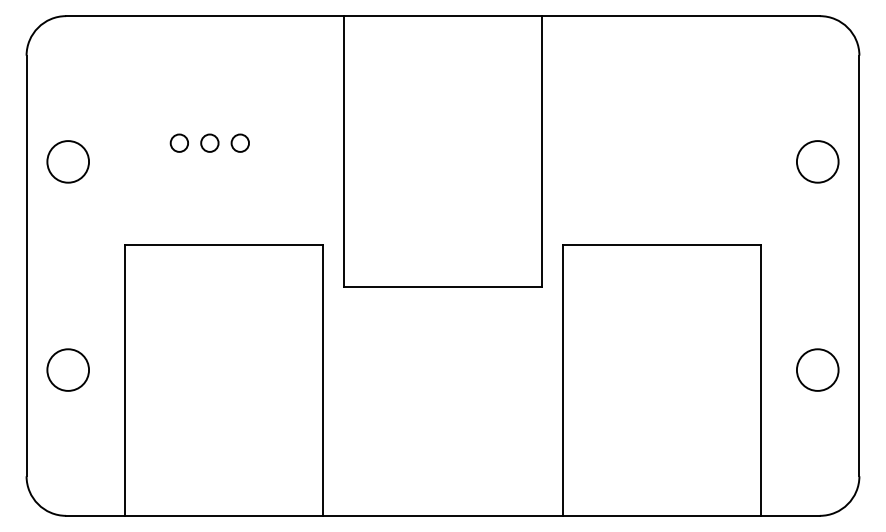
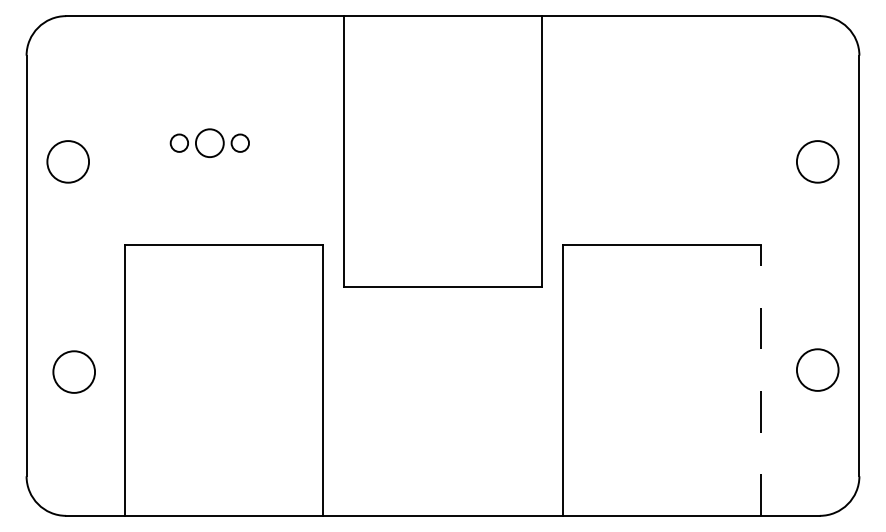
circle at (209, 142) diameter: 17 px -> 28 px
circle at (67, 369) position: (67, 369) -> (73, 371)
line at (760, 380): solid -> dashed
